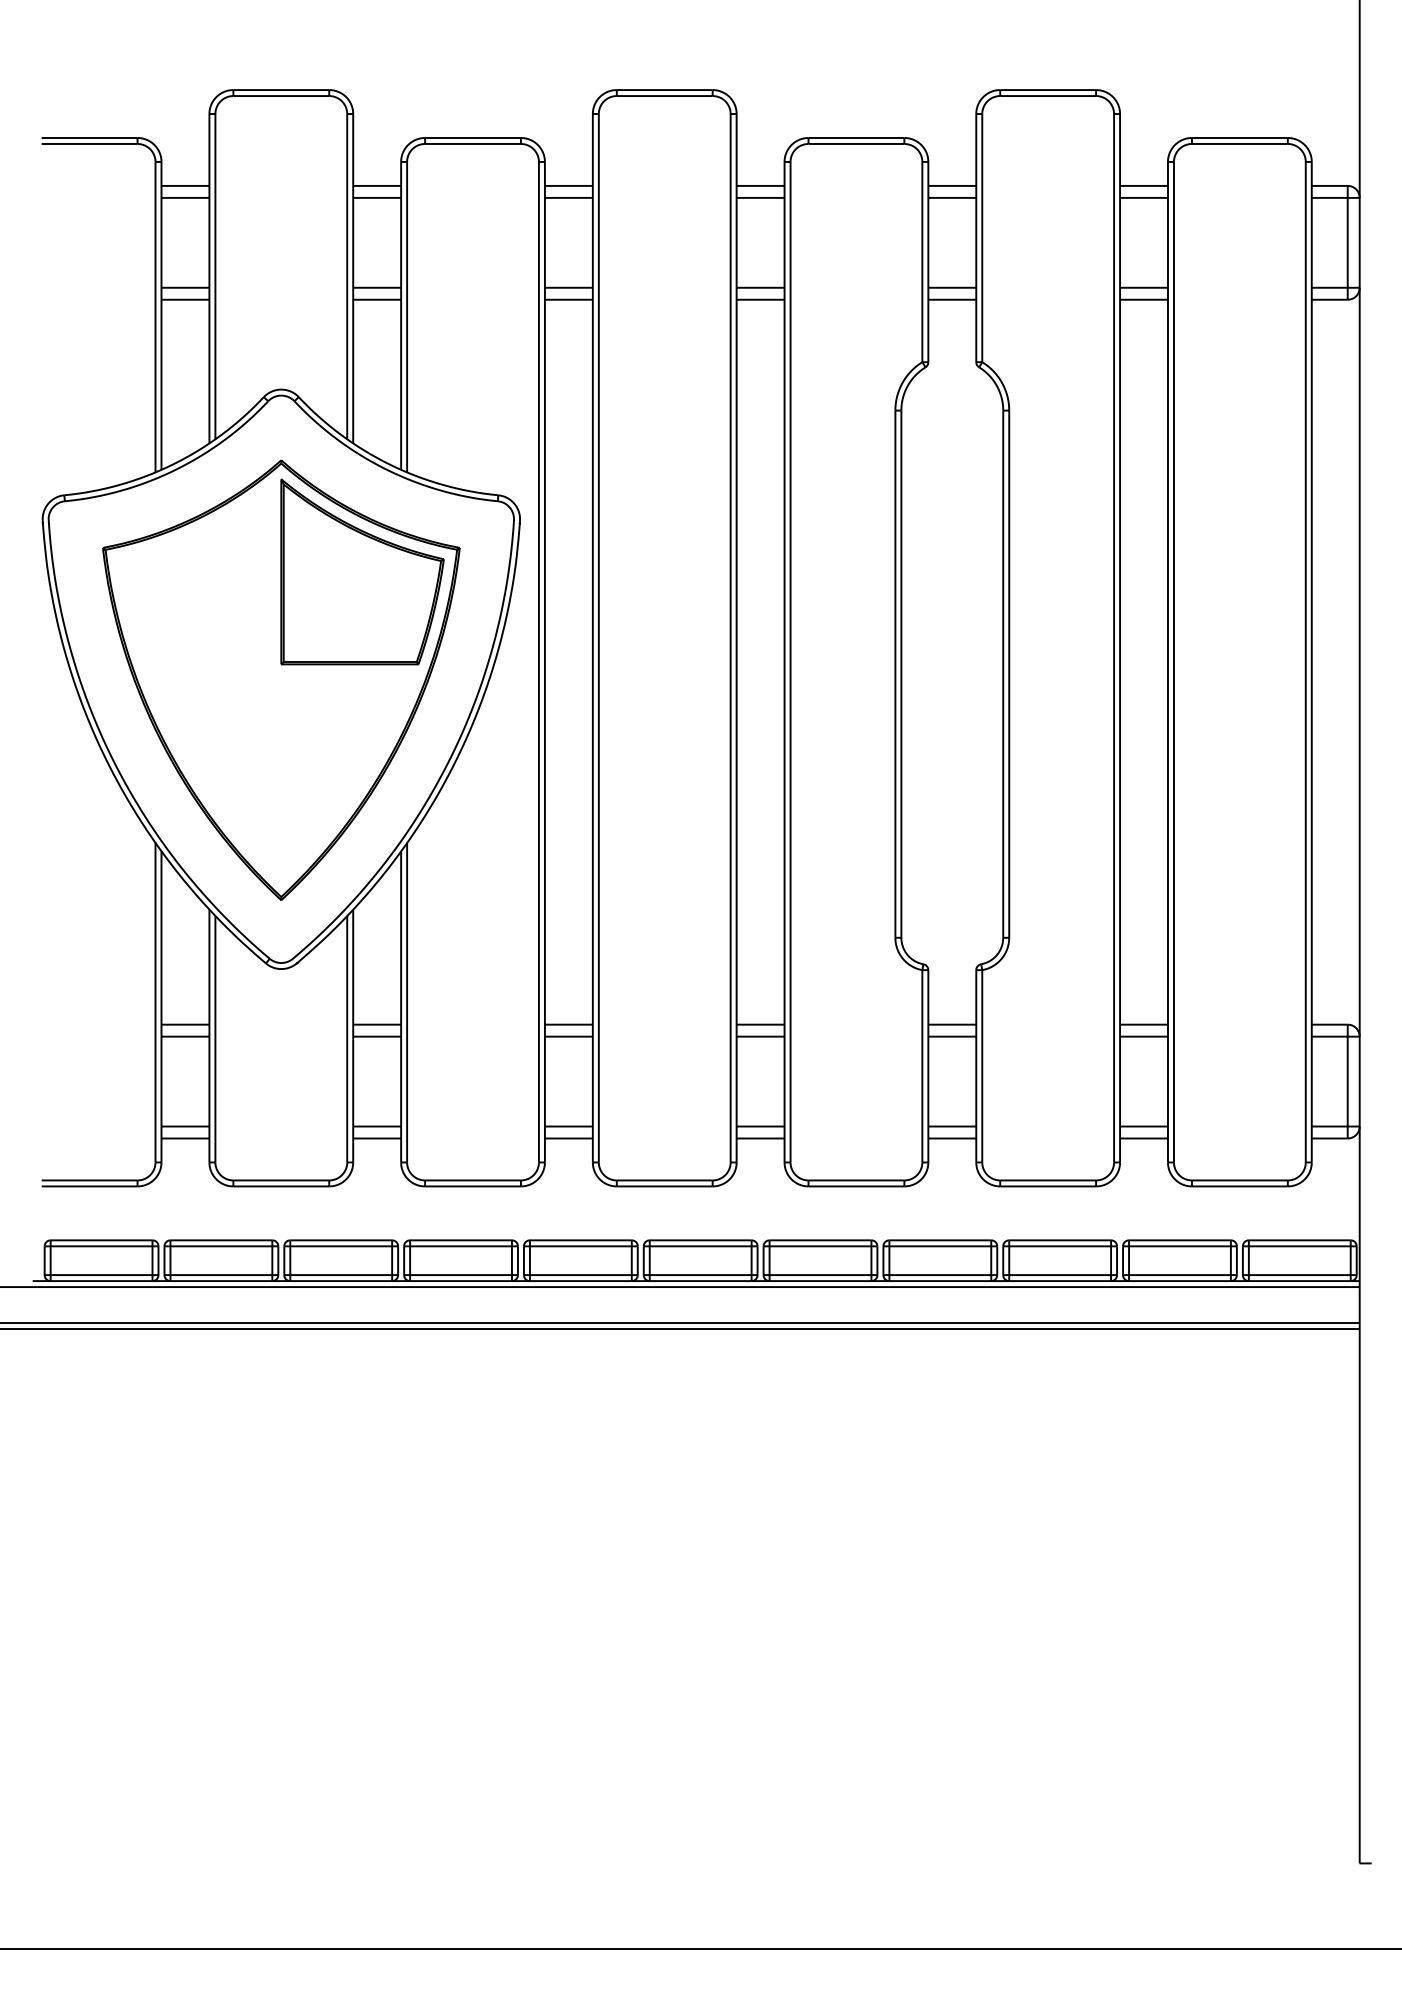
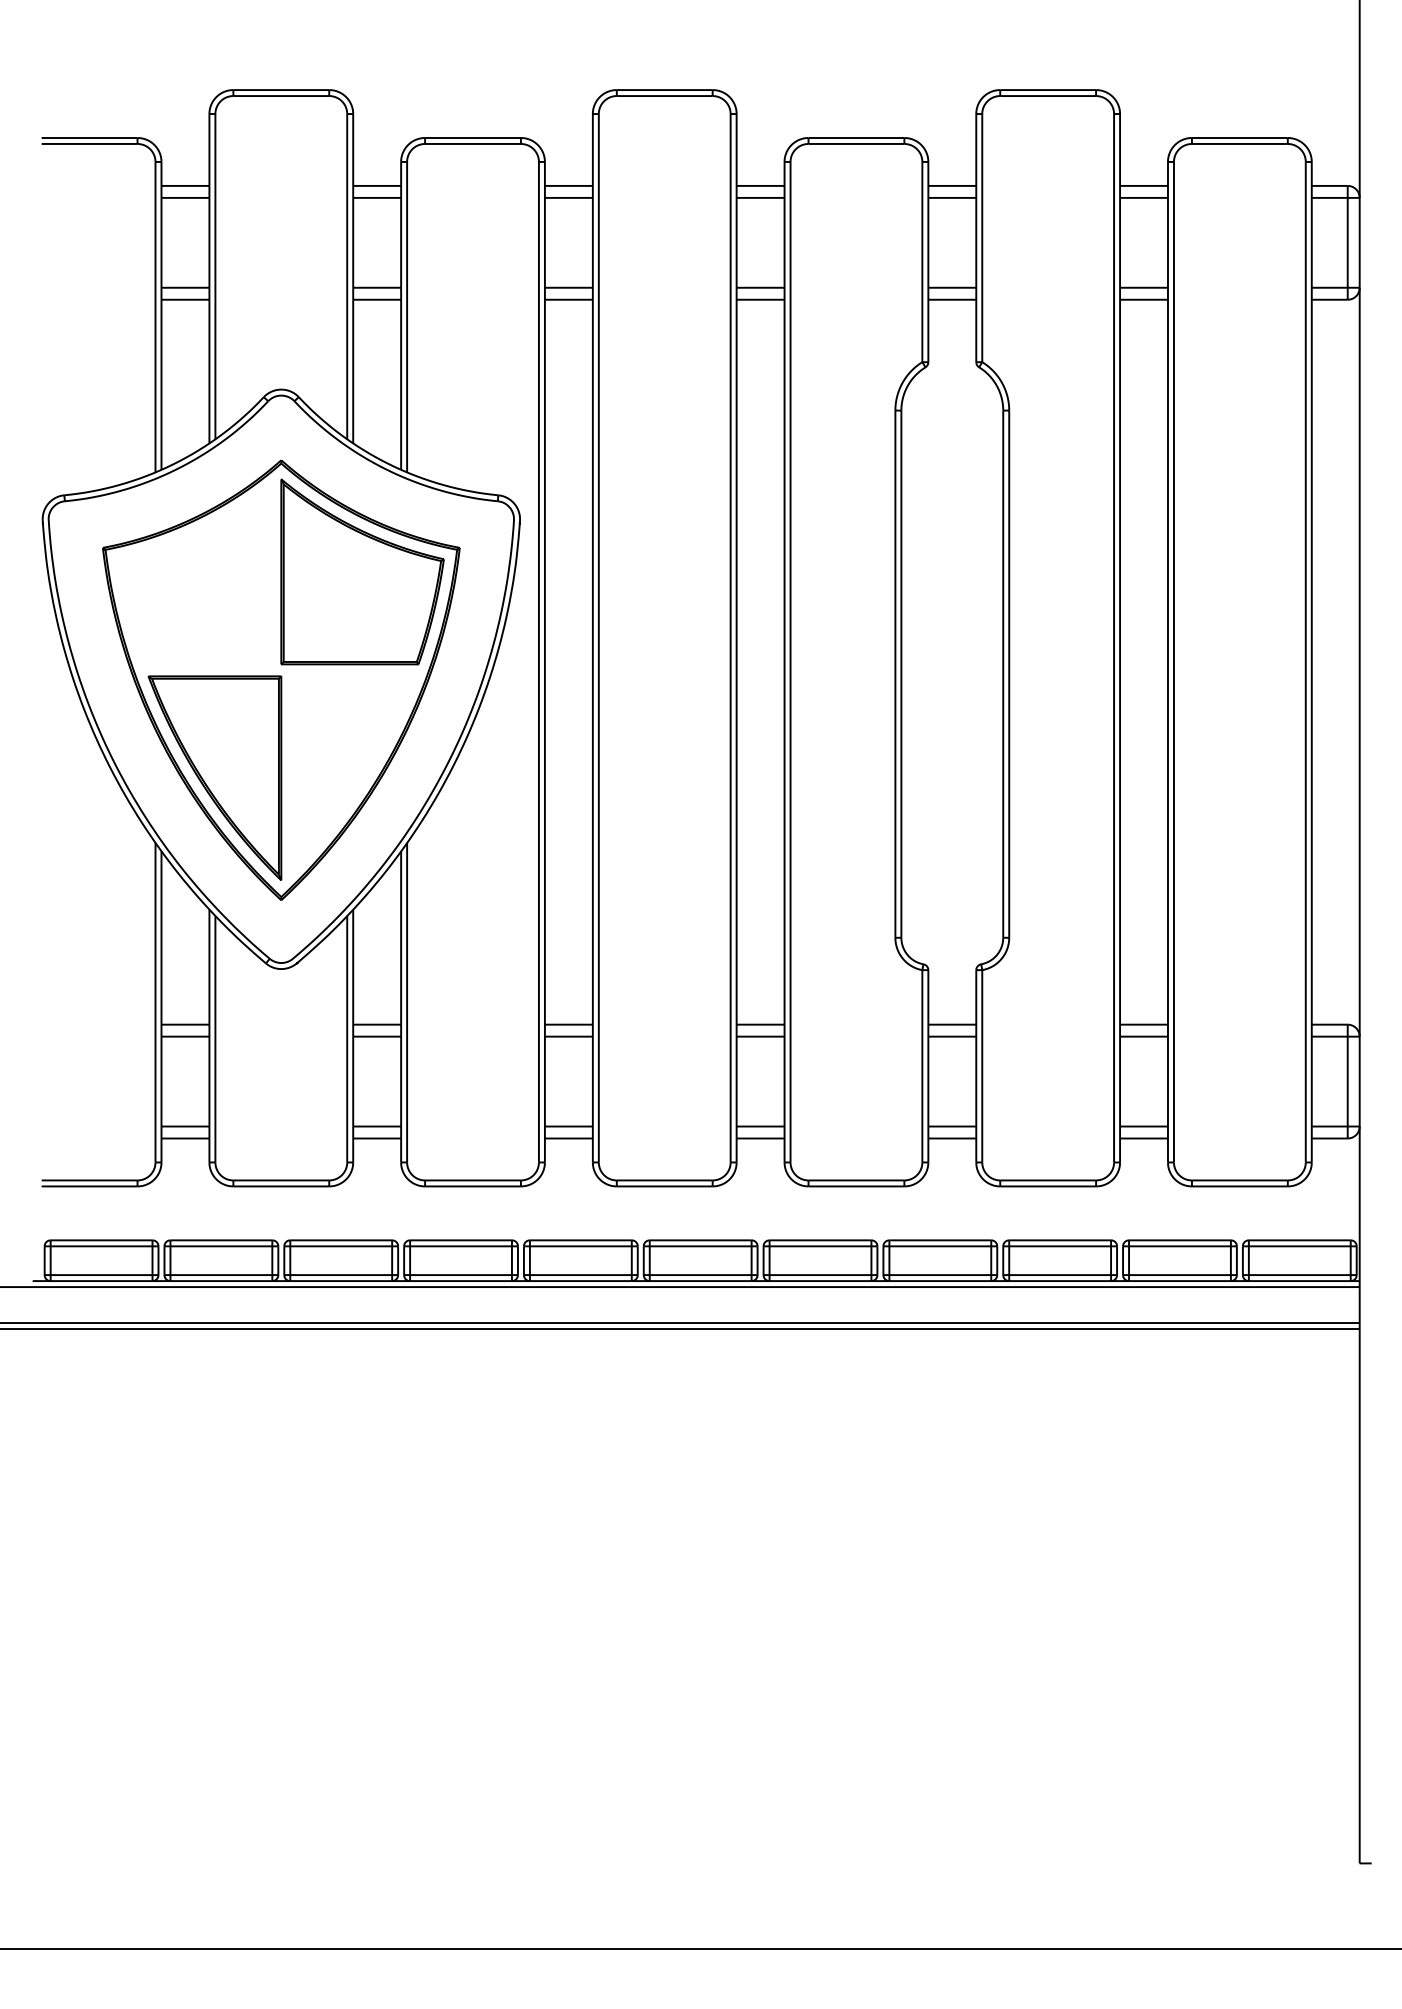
part at (214, 777): none -> present
